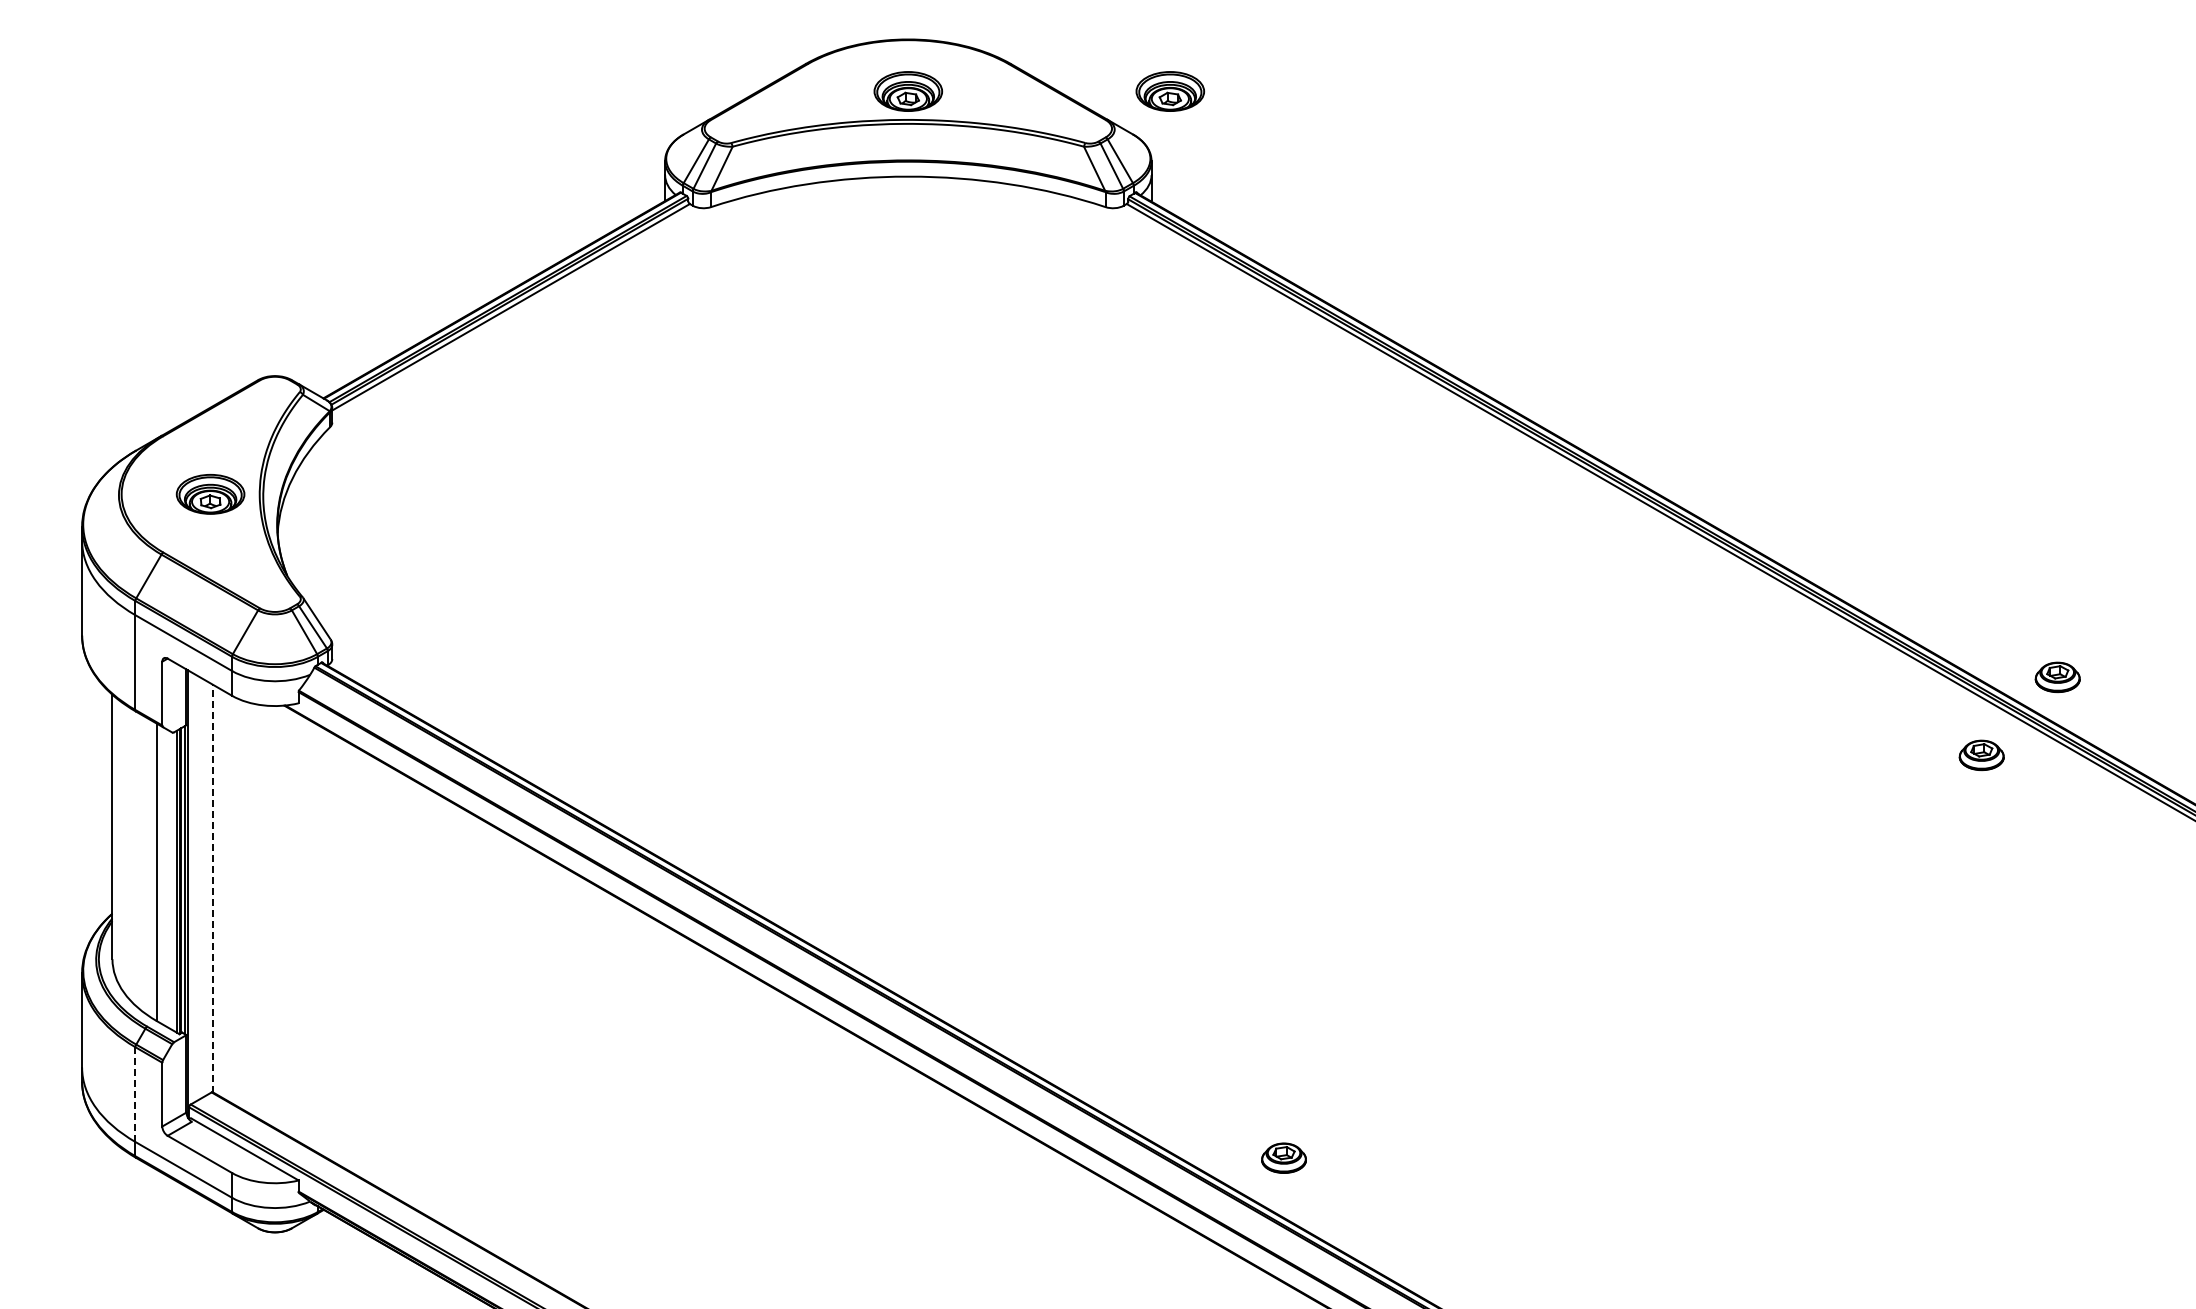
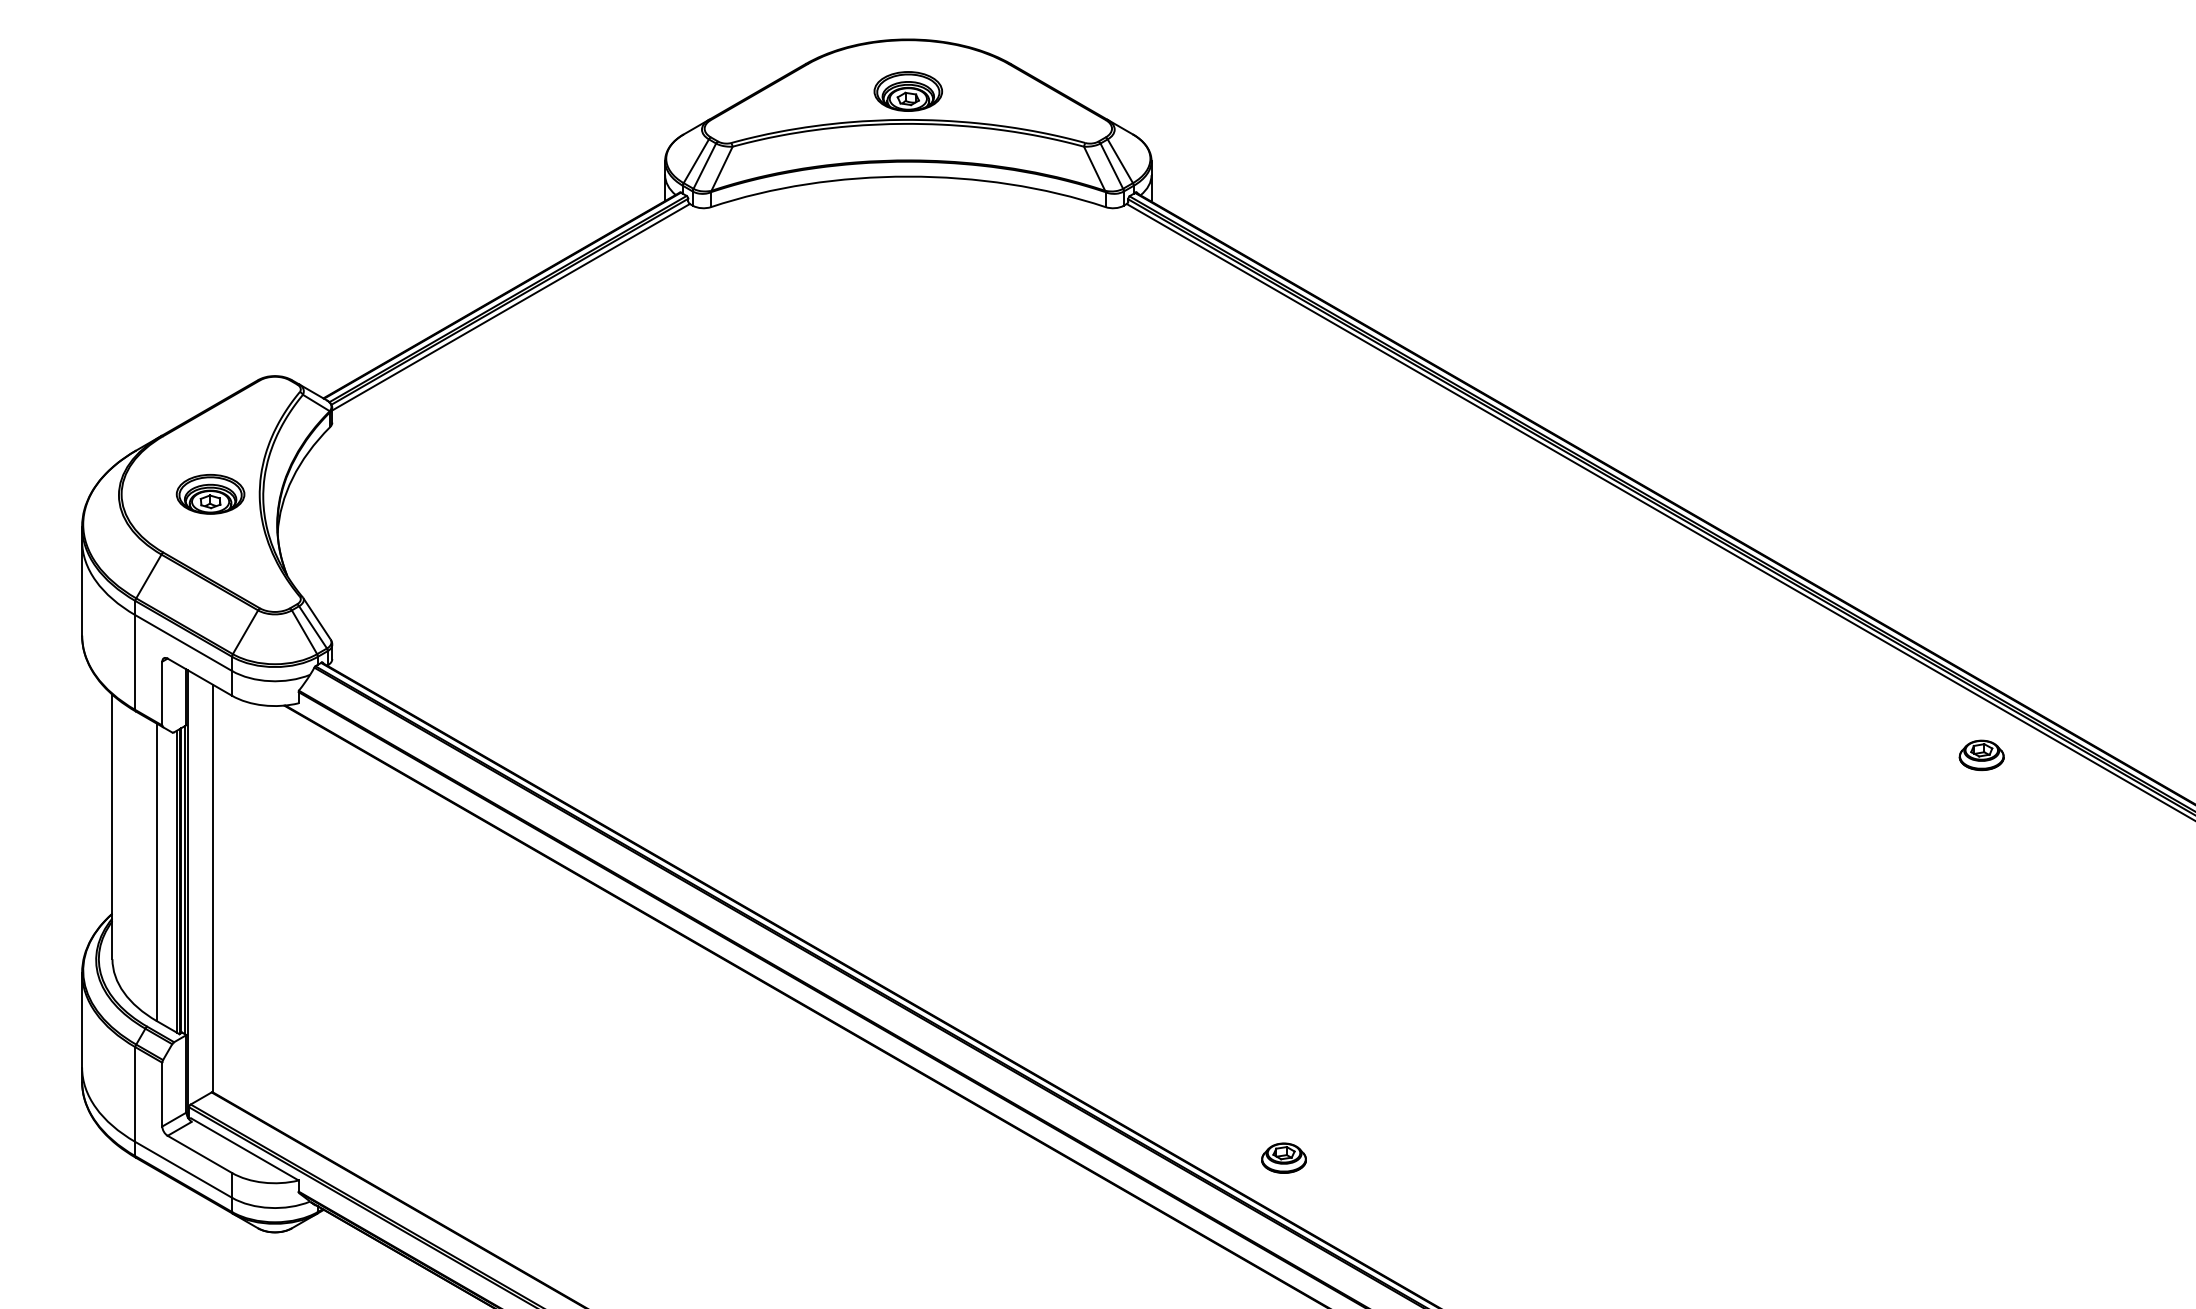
part at (1170, 91): present -> none
part at (2057, 677): present -> none
line at (213, 888): dashed -> solid
line at (135, 1095): dashed -> solid
